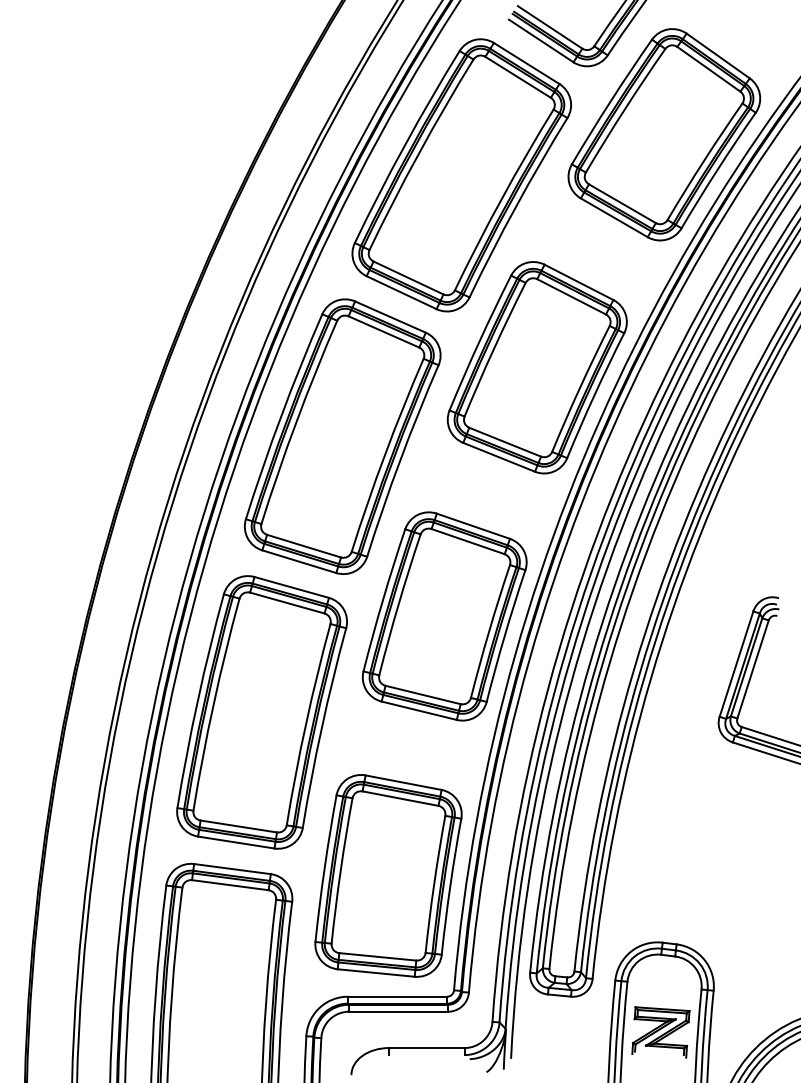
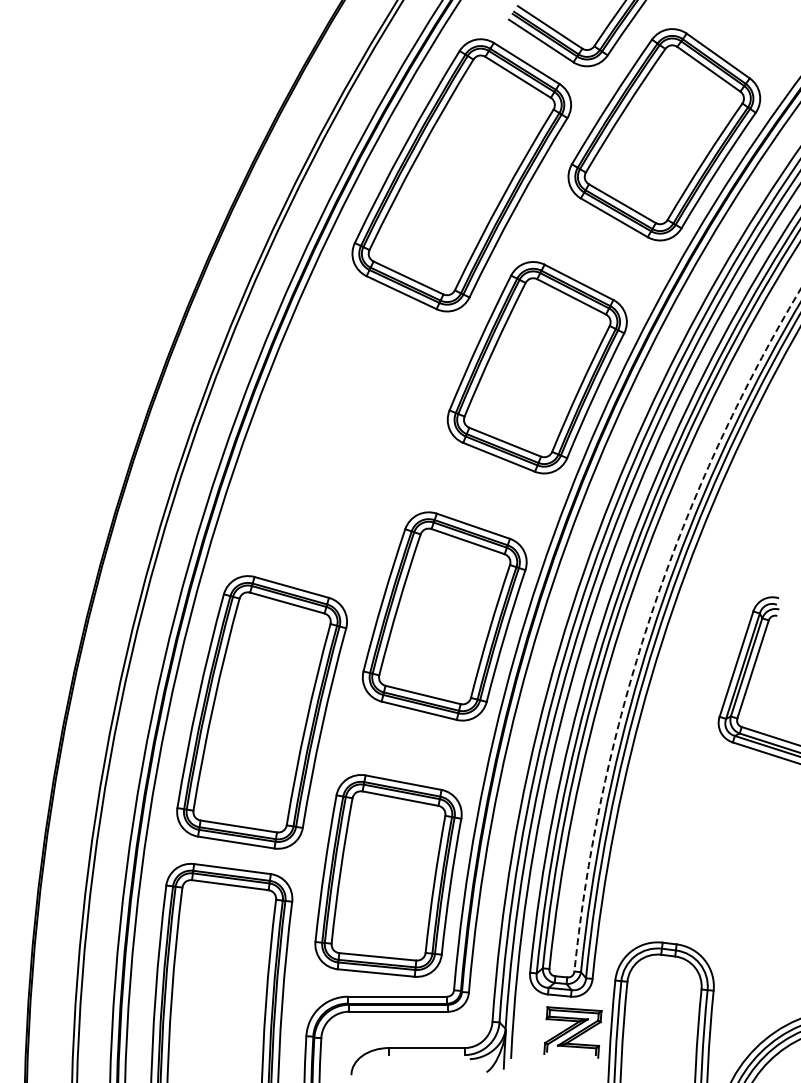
part at (342, 436): present -> none
arc at (650, 617): solid -> dashed
part at (660, 1032) position: (660, 1032) -> (572, 1032)
